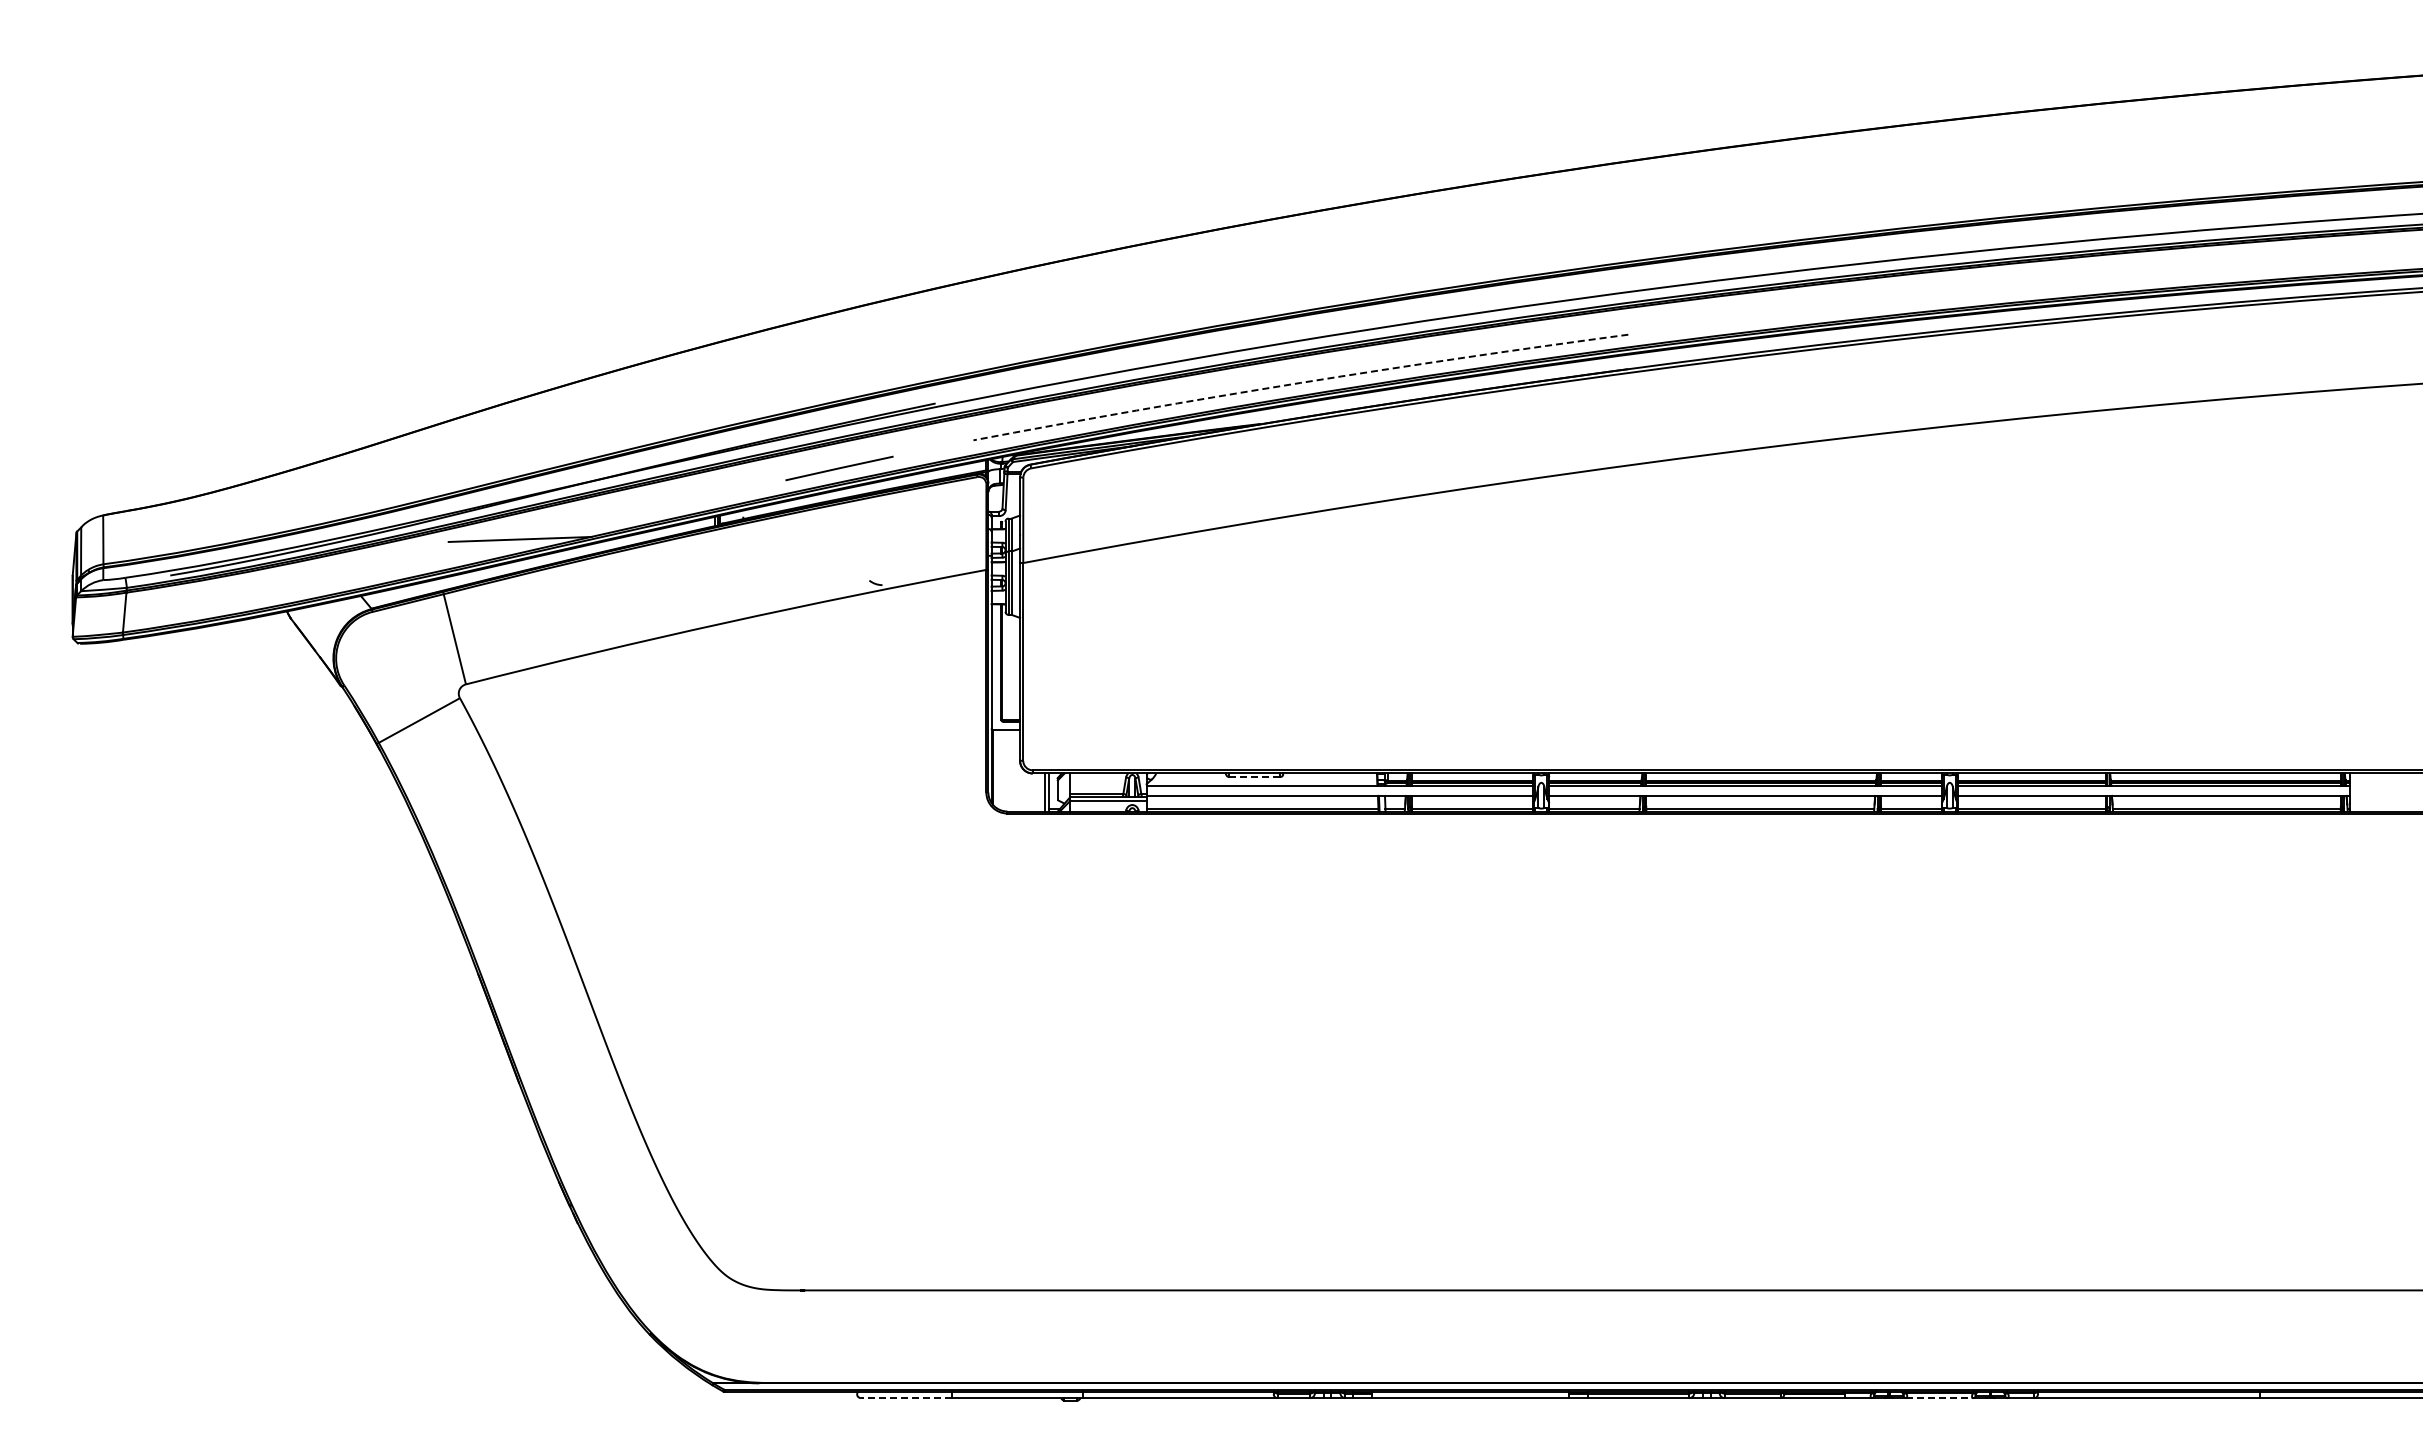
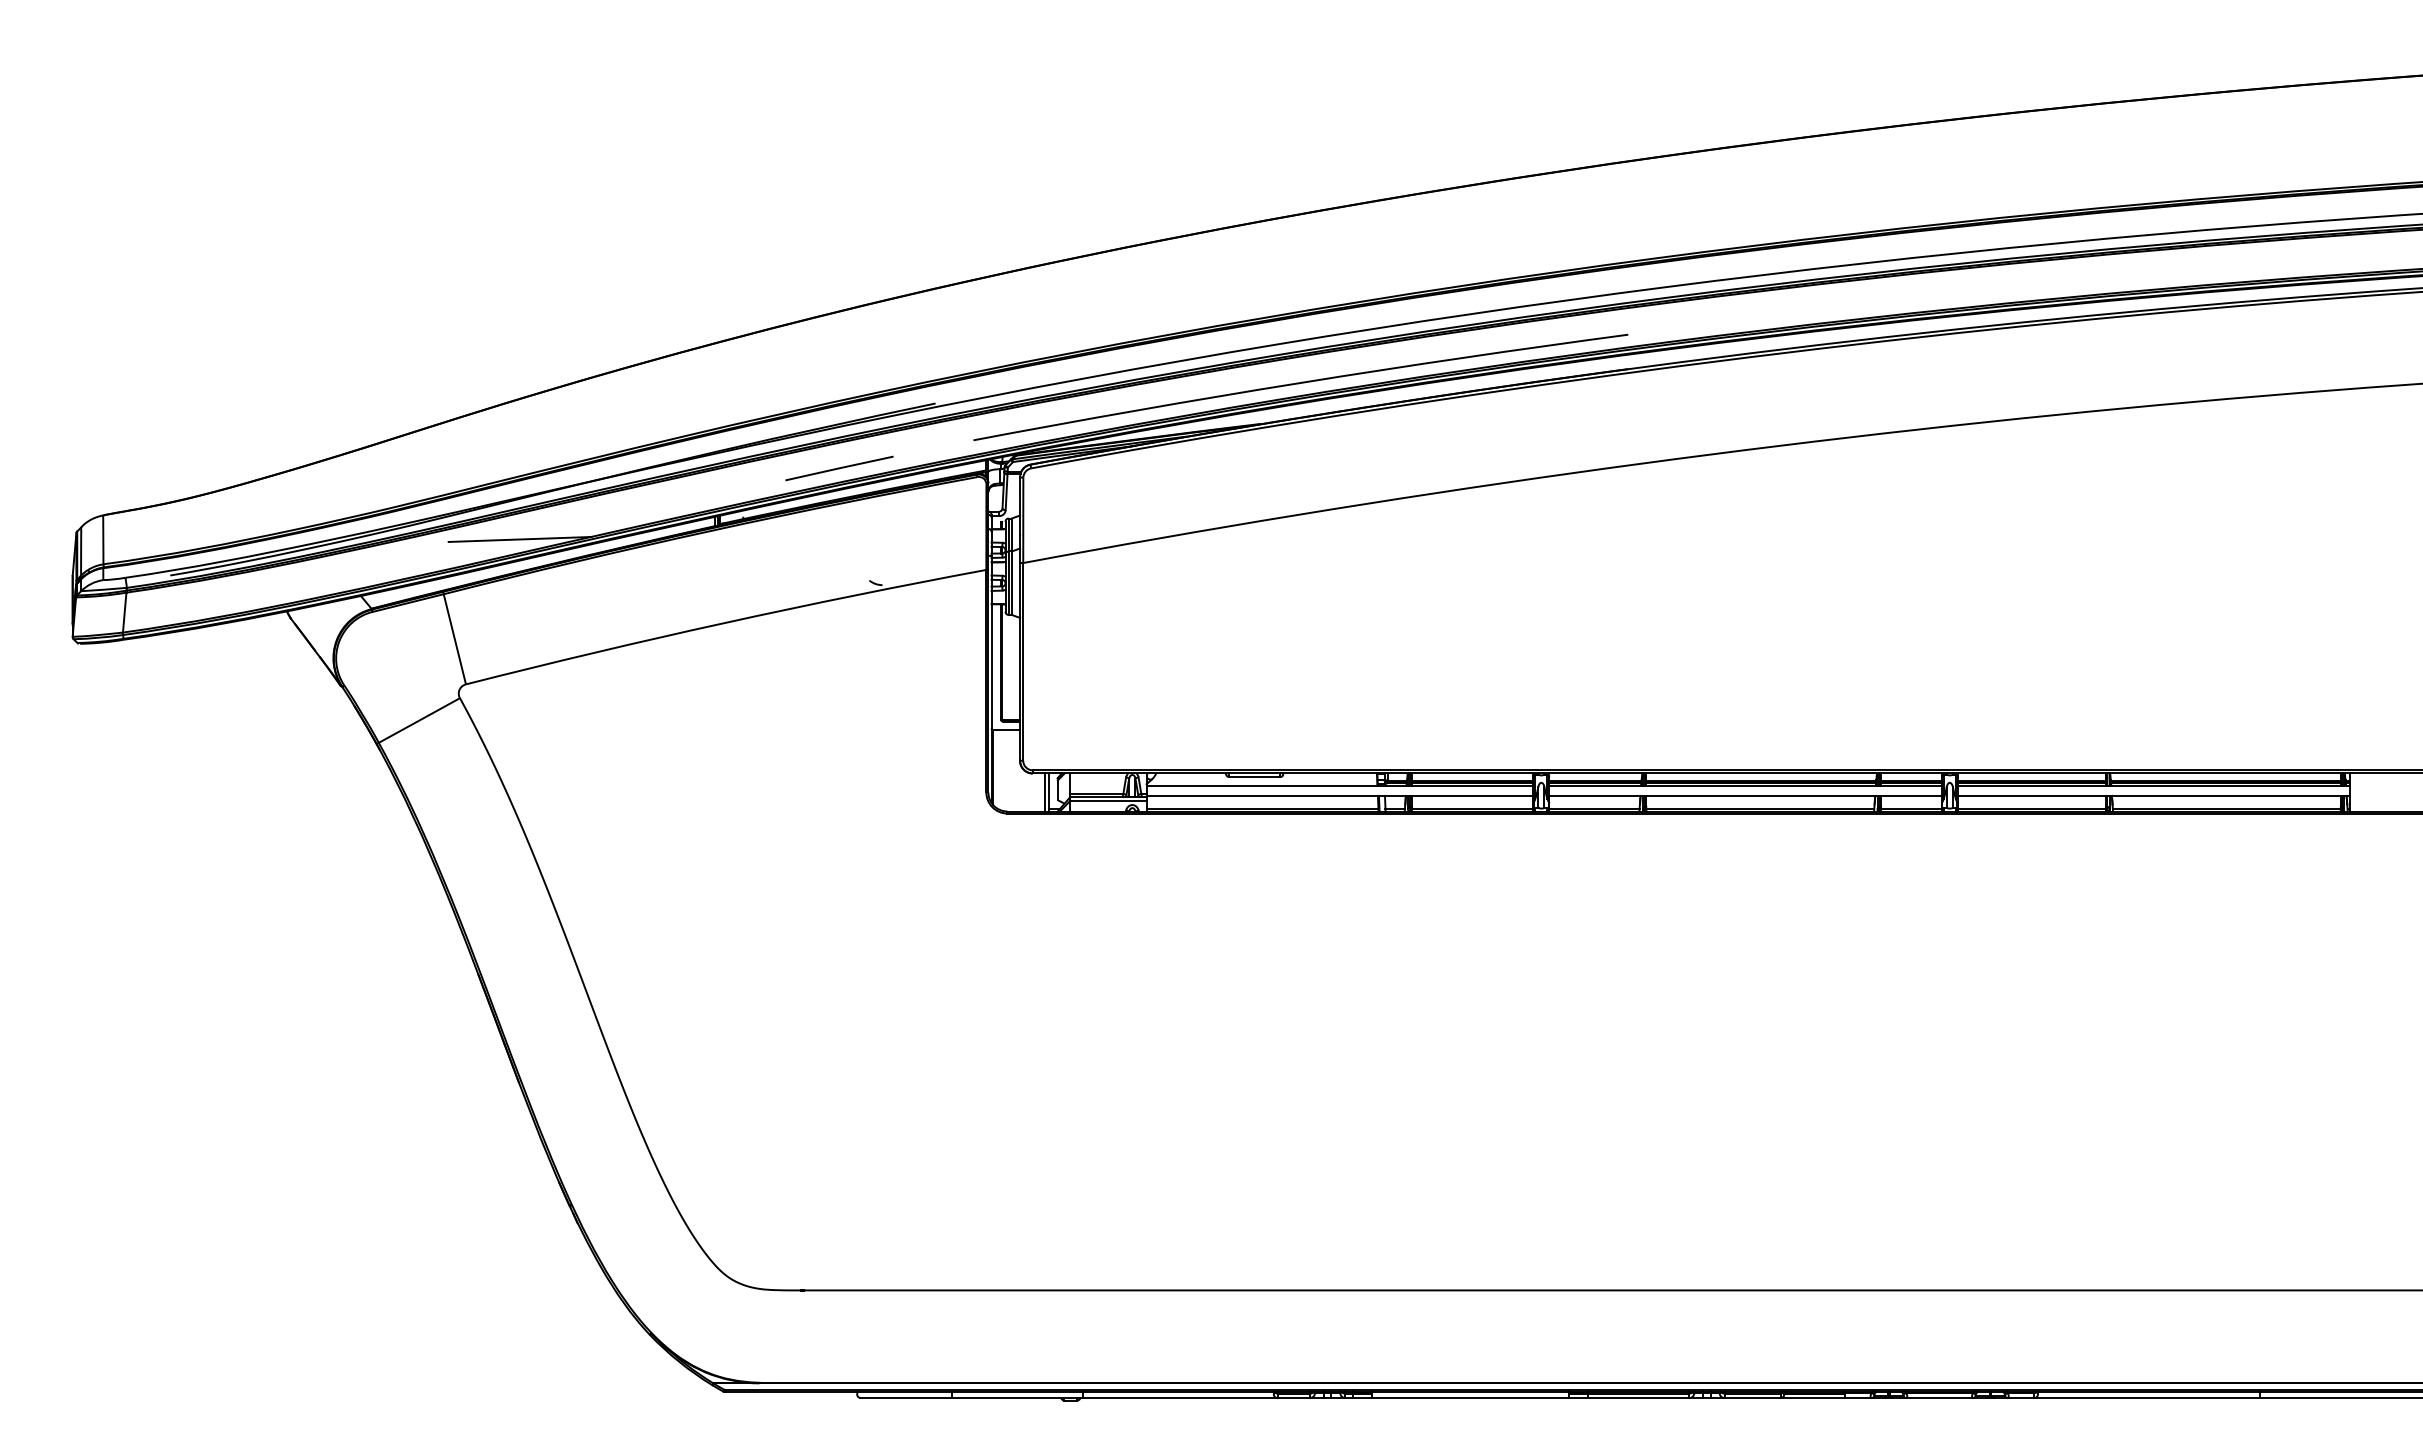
arc at (1300, 383): dashed -> solid
line at (1255, 777): dashed -> solid
line at (906, 1398): dashed -> solid
line at (1940, 1398): dashed -> solid
